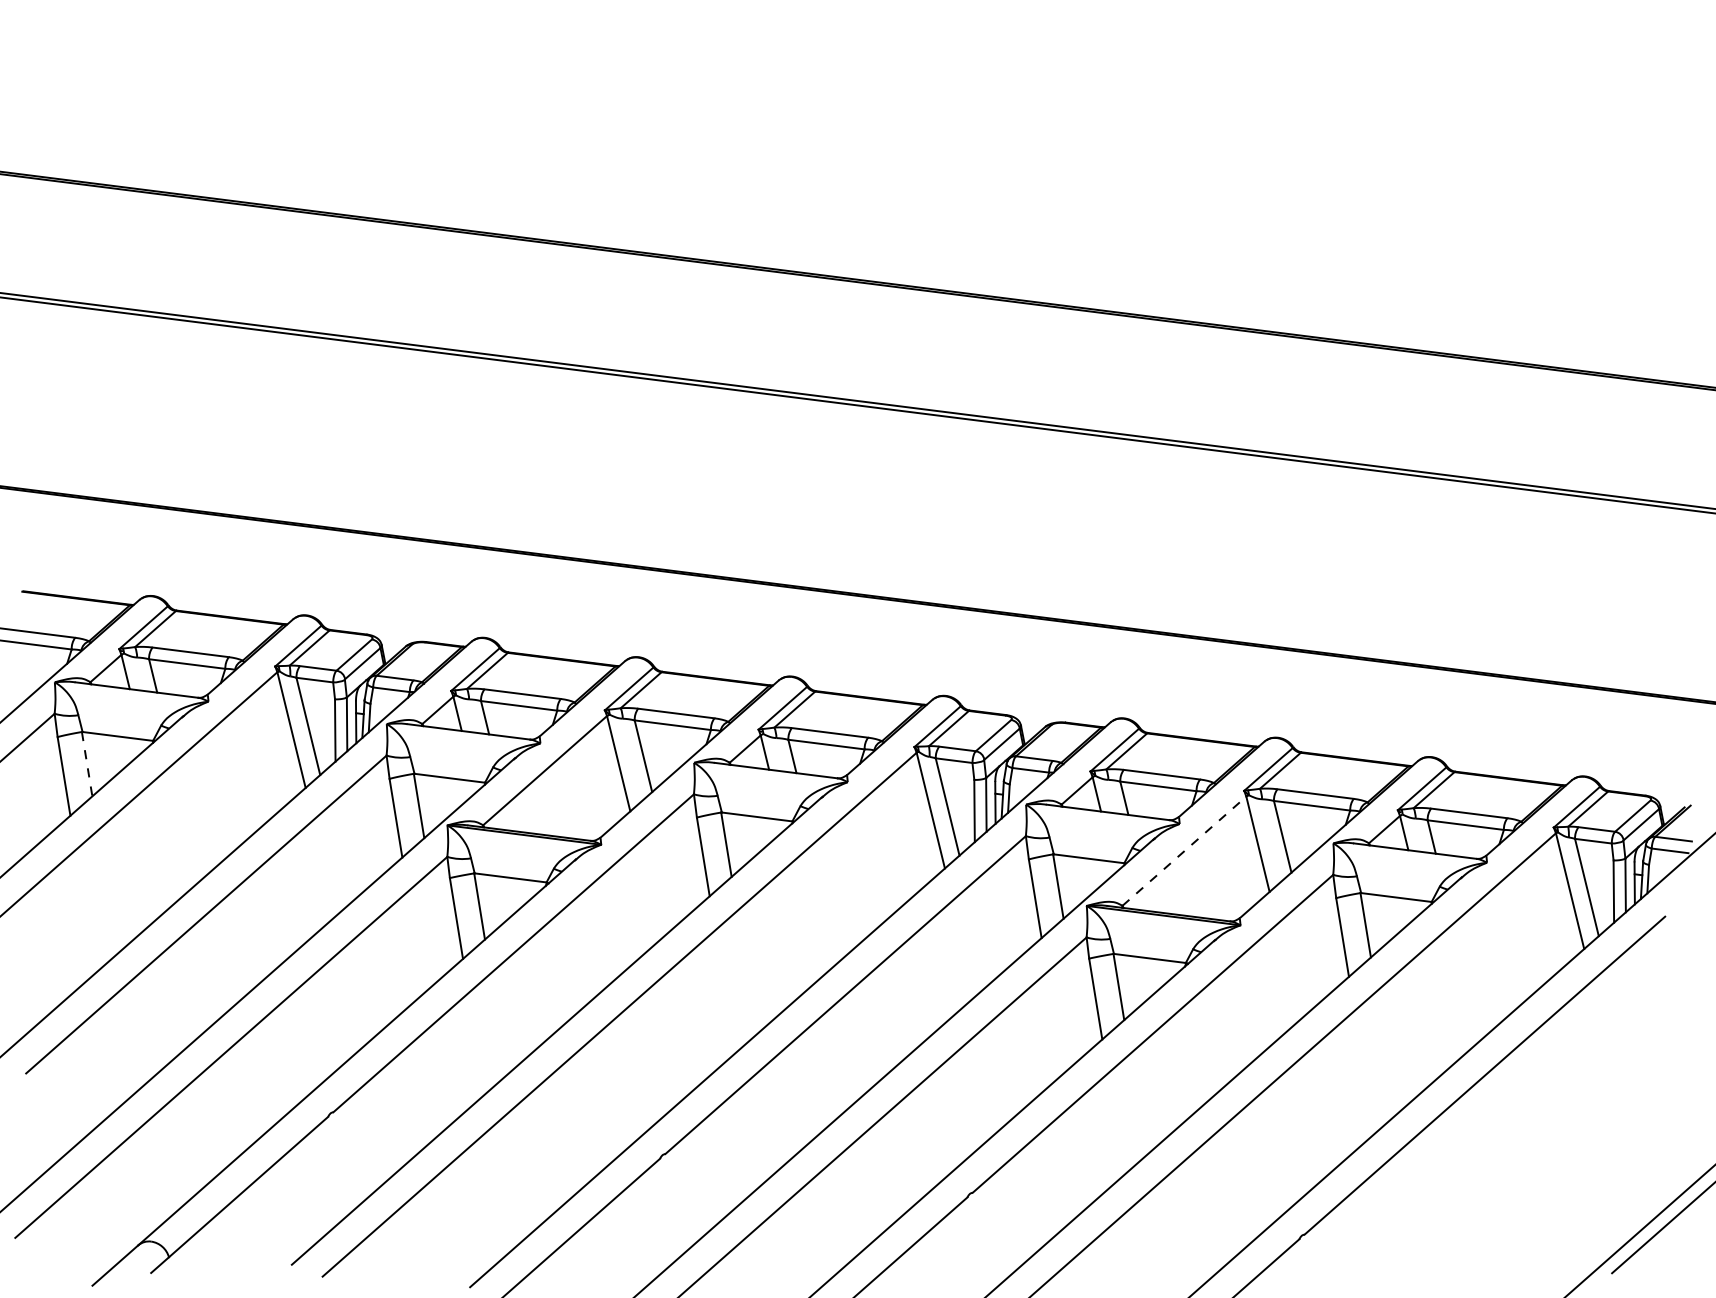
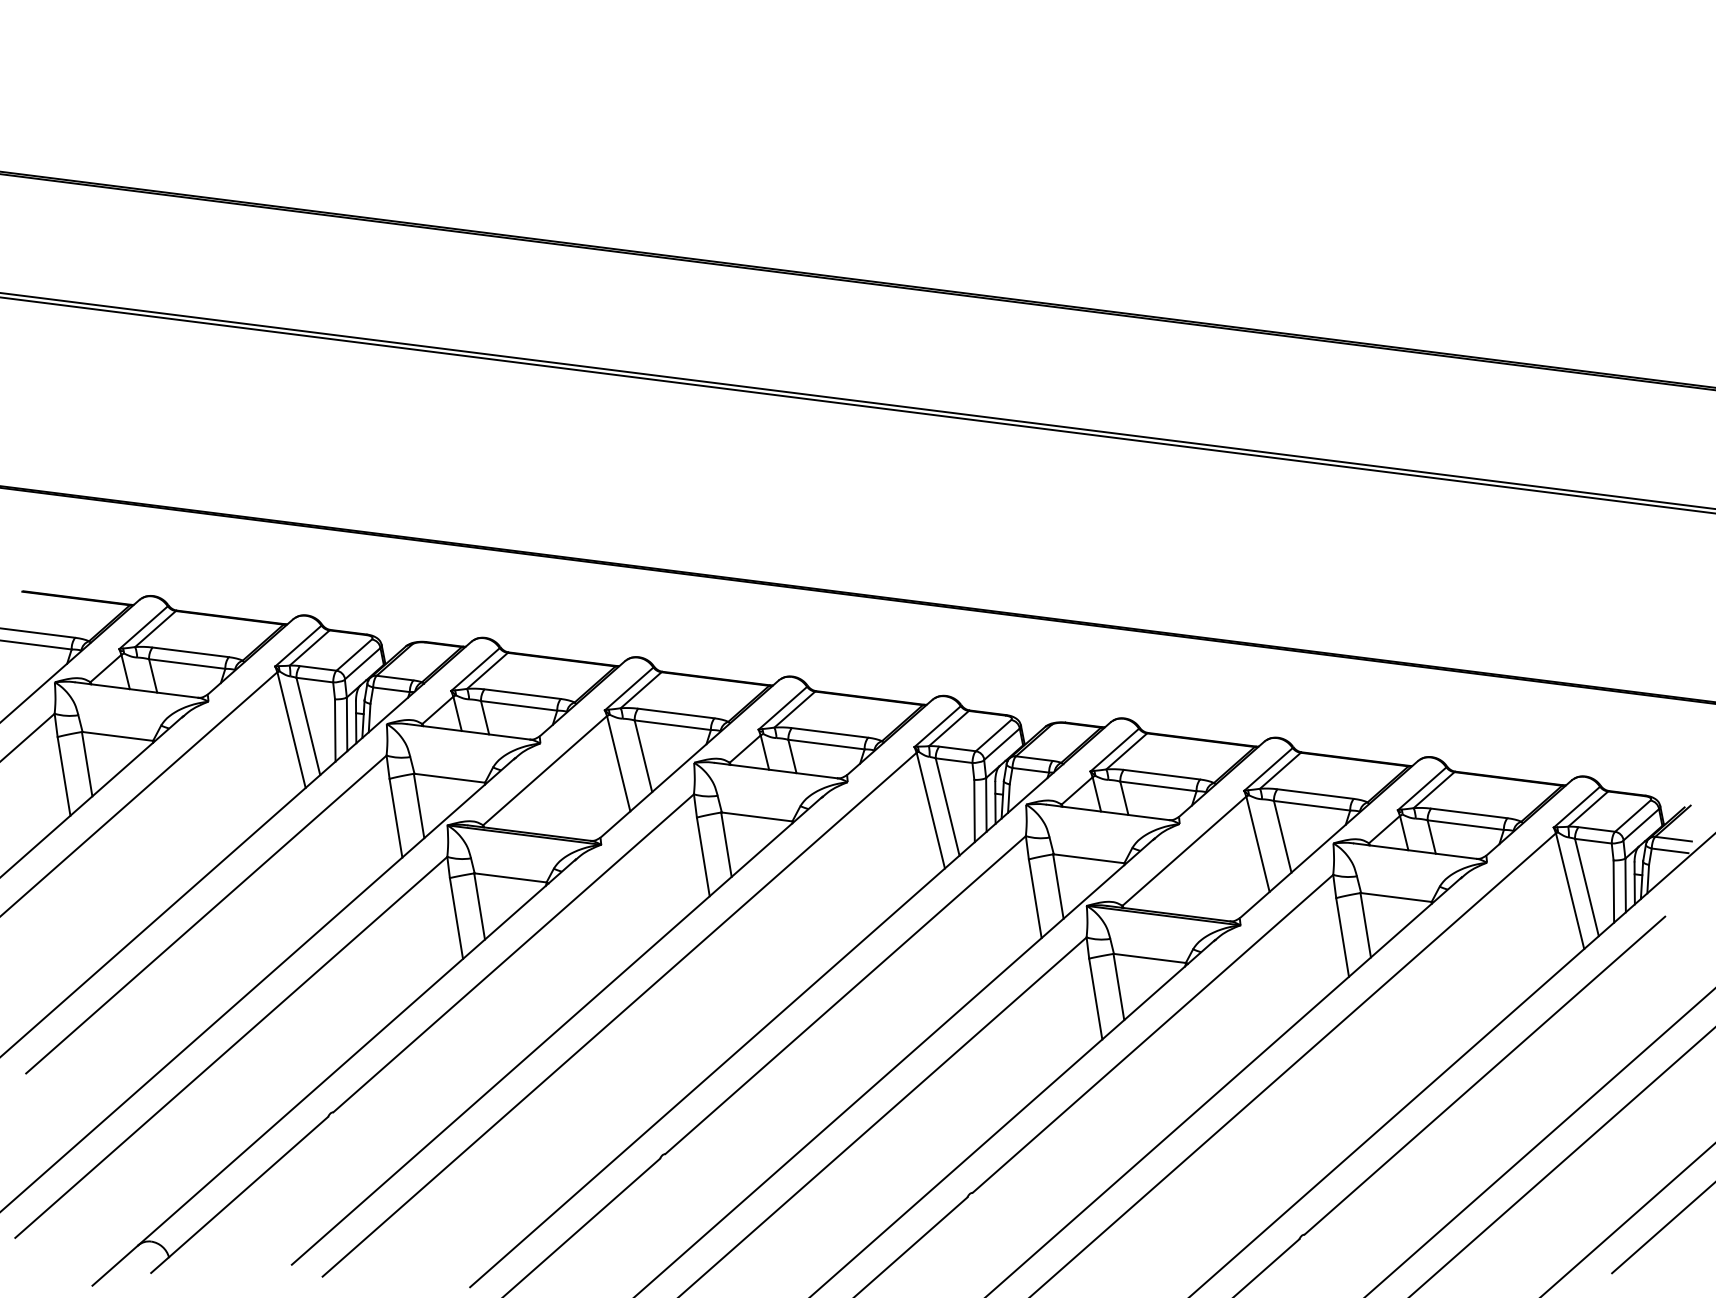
line at (87, 764): dashed -> solid
line at (1184, 851): dashed -> solid
line at (1540, 1142): none -> present
line at (1562, 1161): none -> present
line at (1640, 1230) position: (1640, 1230) -> (1627, 1219)
